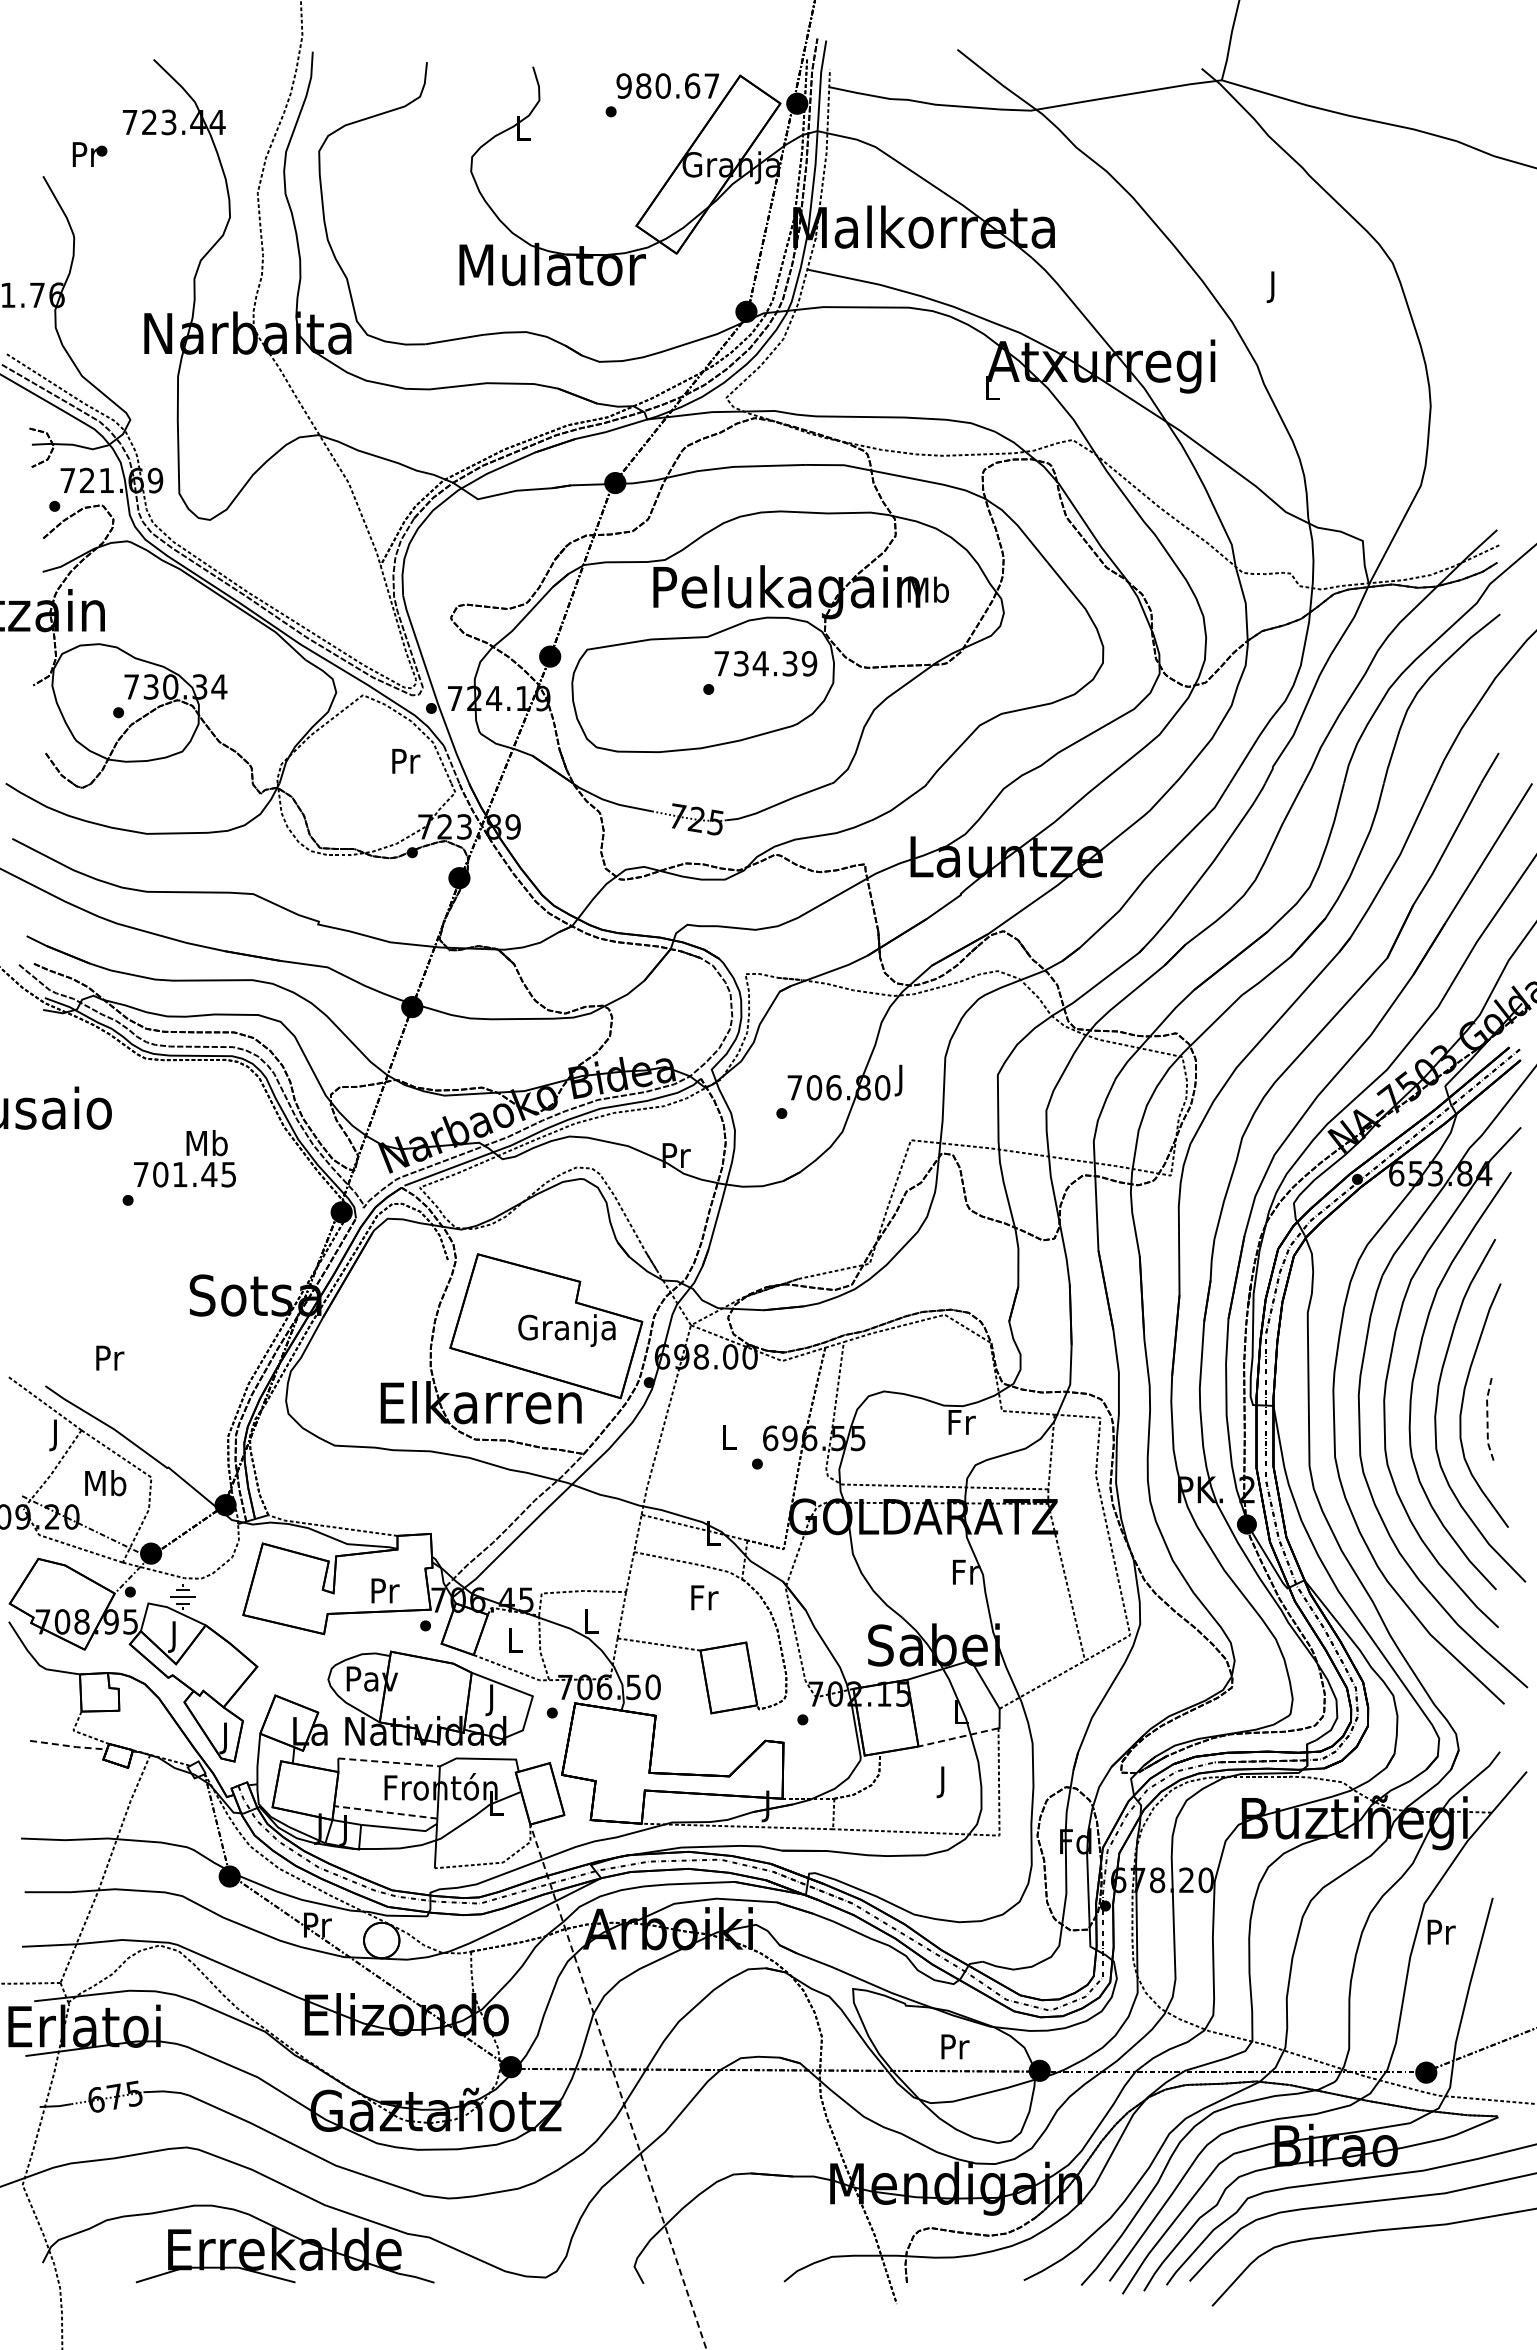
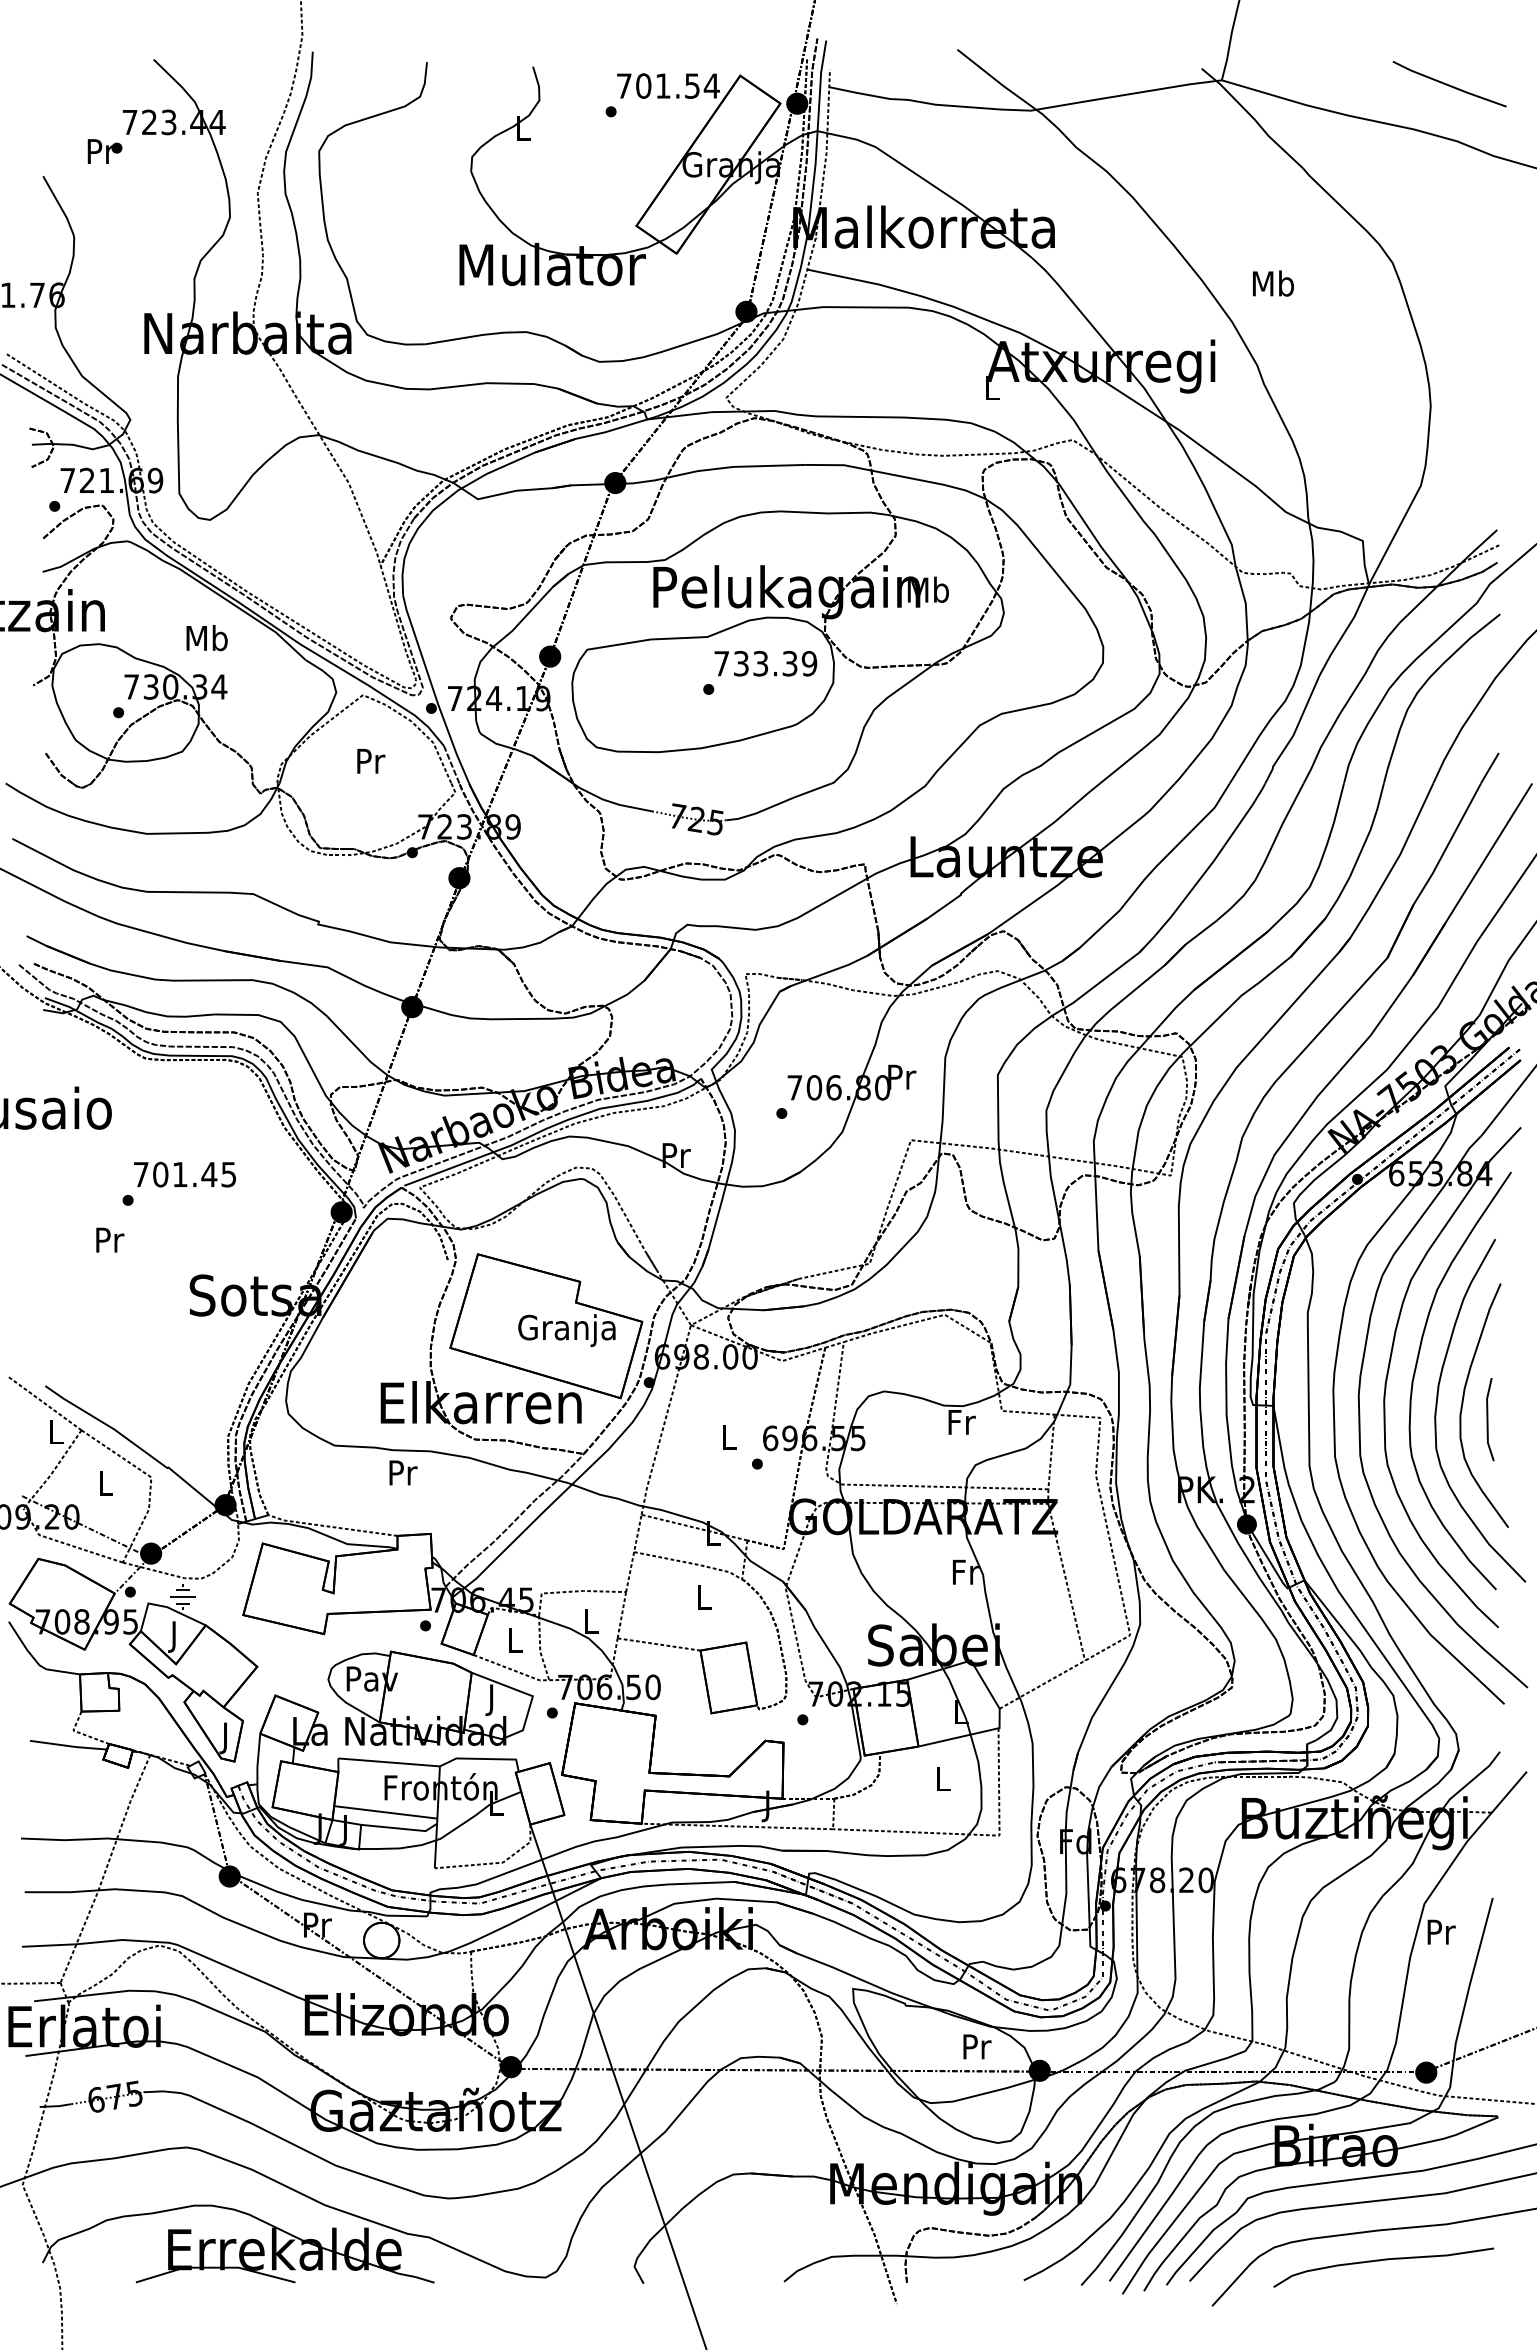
line at (1449, 84): none -> present
text at (667, 85): 980.67 -> 701.54
text at (89, 154) position: (89, 154) -> (104, 151)
text at (1272, 286): J -> Mb
text at (760, 663): 734.39 -> 733.39
text at (406, 761) position: (406, 761) -> (371, 761)
text at (902, 1080): J -> Pr
text at (206, 1143) position: (206, 1143) -> (206, 638)
text at (110, 1357) position: (110, 1357) -> (110, 1239)
line at (1487, 1420): dashed -> solid
text at (56, 1435): J -> L
text at (105, 1483): Mb -> L
text at (385, 1590) position: (385, 1590) -> (403, 1472)
text at (704, 1597): Fr -> L
line at (958, 1737): dashed -> solid
line at (69, 1746): dashed -> solid
line at (389, 1762): dashed -> solid
text at (943, 1782): J -> L
line at (385, 1812): dashed -> solid
text at (955, 2046) position: (955, 2046) -> (977, 2046)
line at (618, 2086): dashed -> solid
curve at (1380, 2261): none -> present
